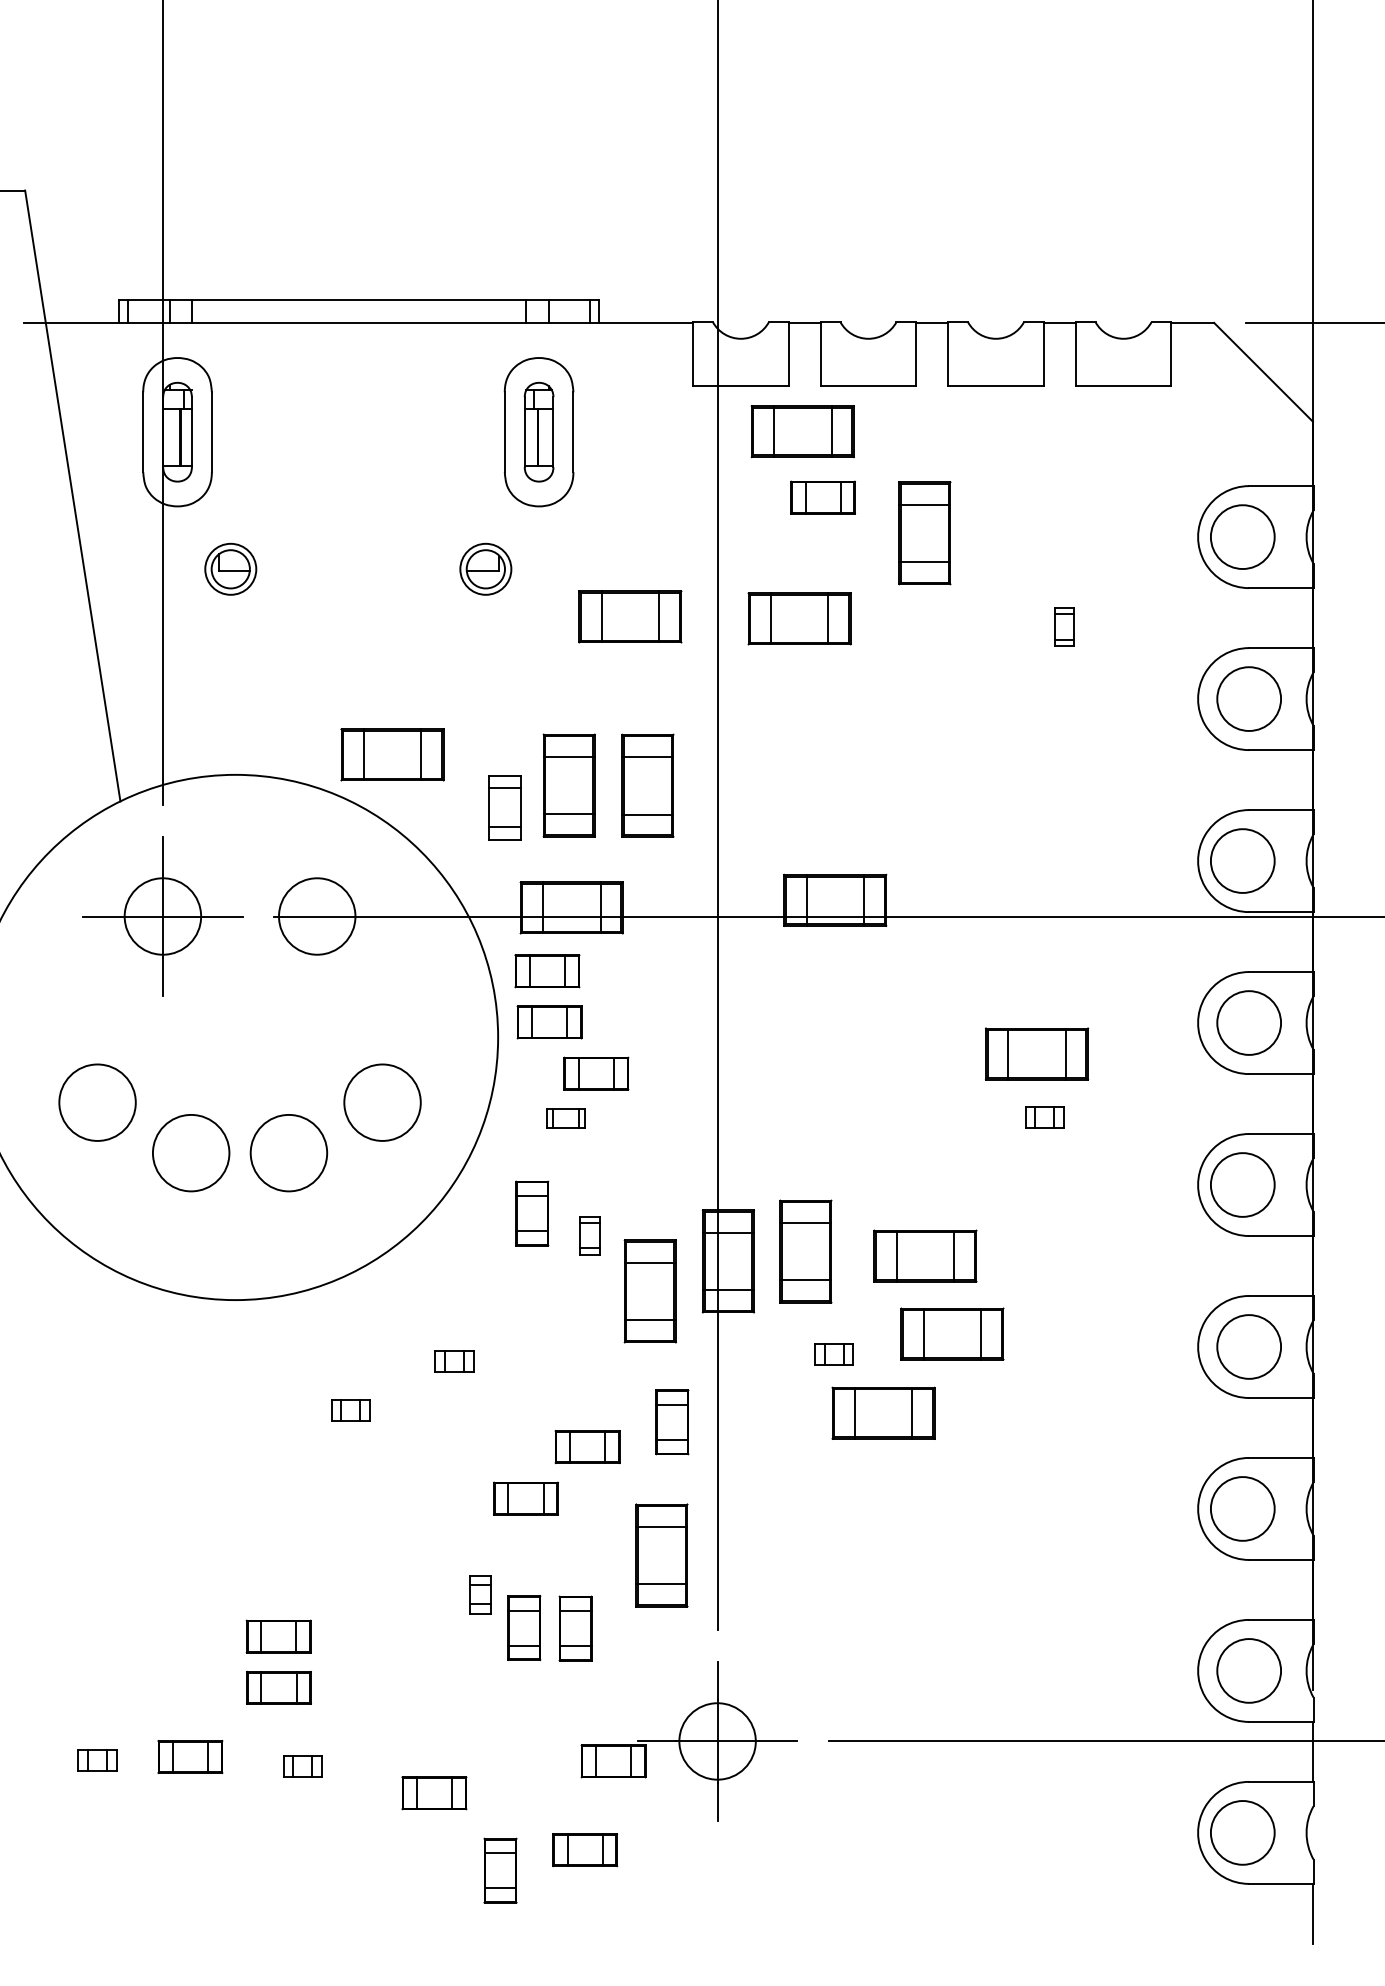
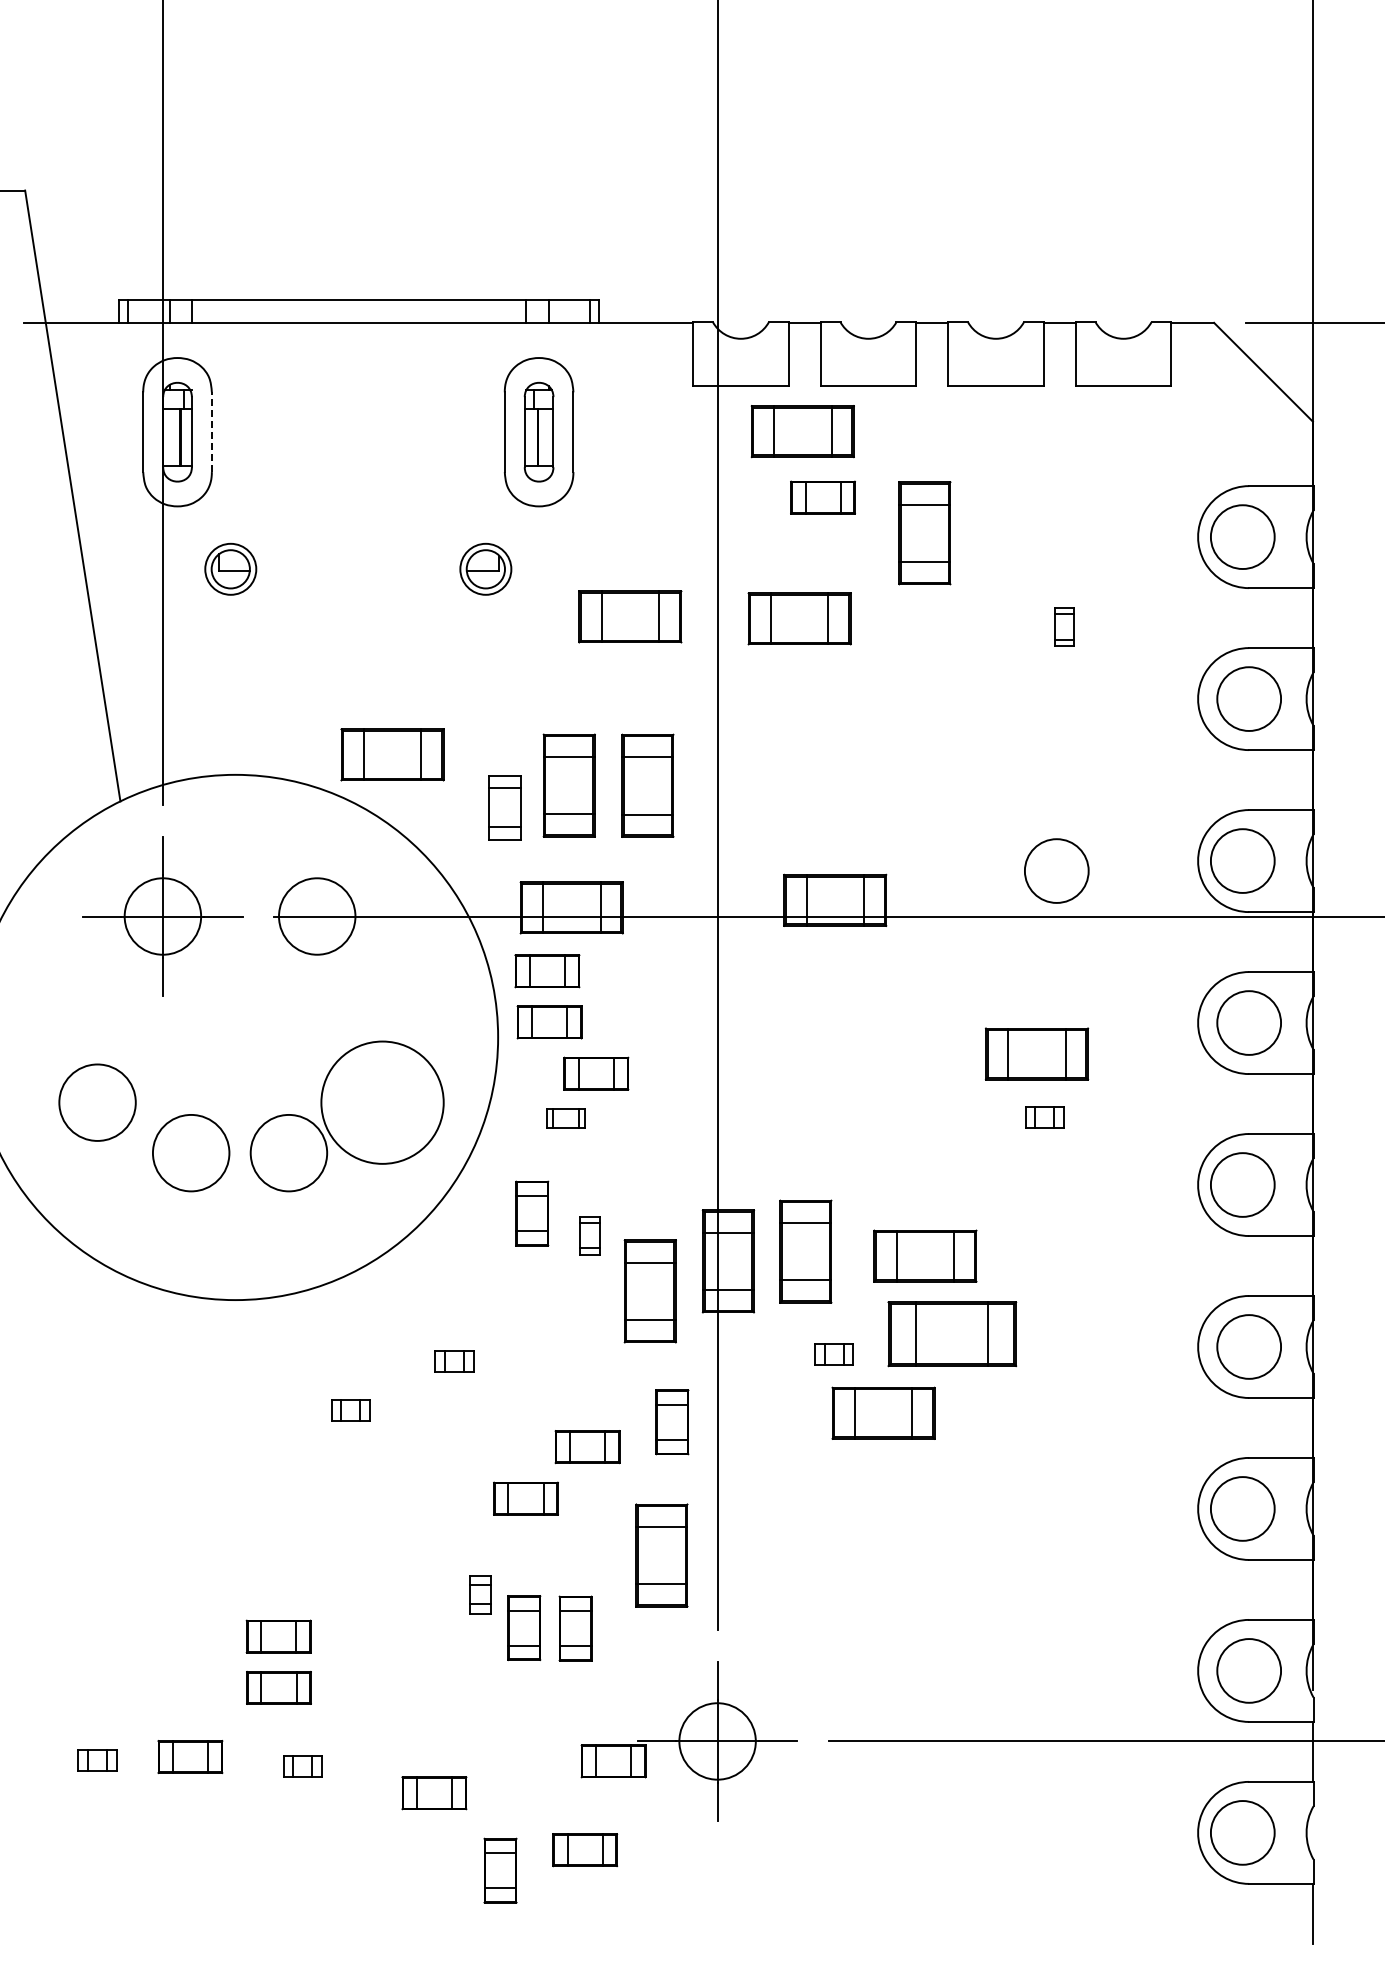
line at (211, 432): solid -> dashed
circle at (1056, 870): none -> present
circle at (382, 1102) diameter: 76 px -> 122 px
part at (952, 1333) size: 105x54 px -> 131x67 px
